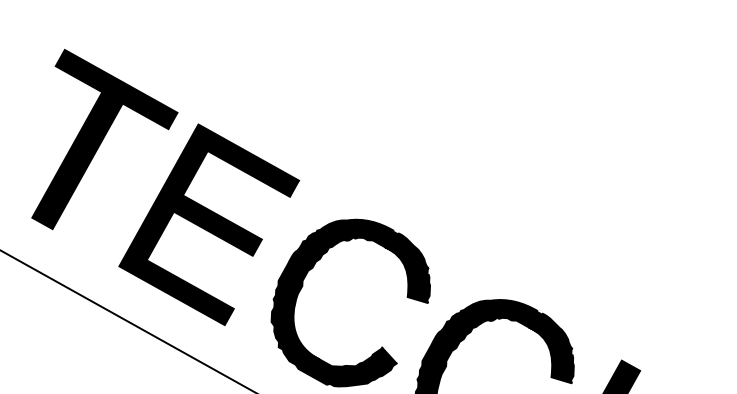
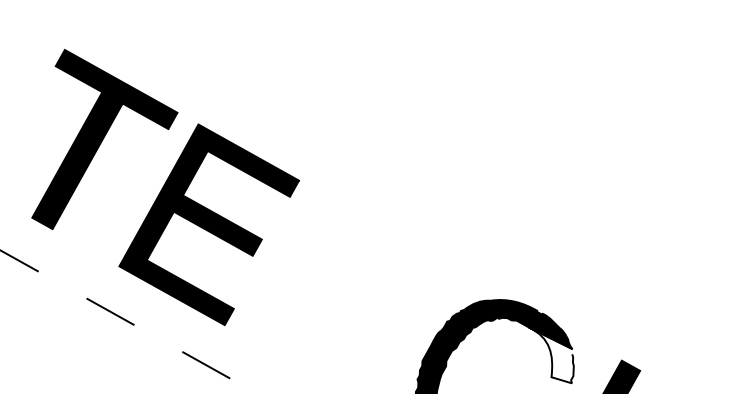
part at (303, 286): present -> none
line at (128, 321): solid -> dashed
fill at (550, 355): present -> none
